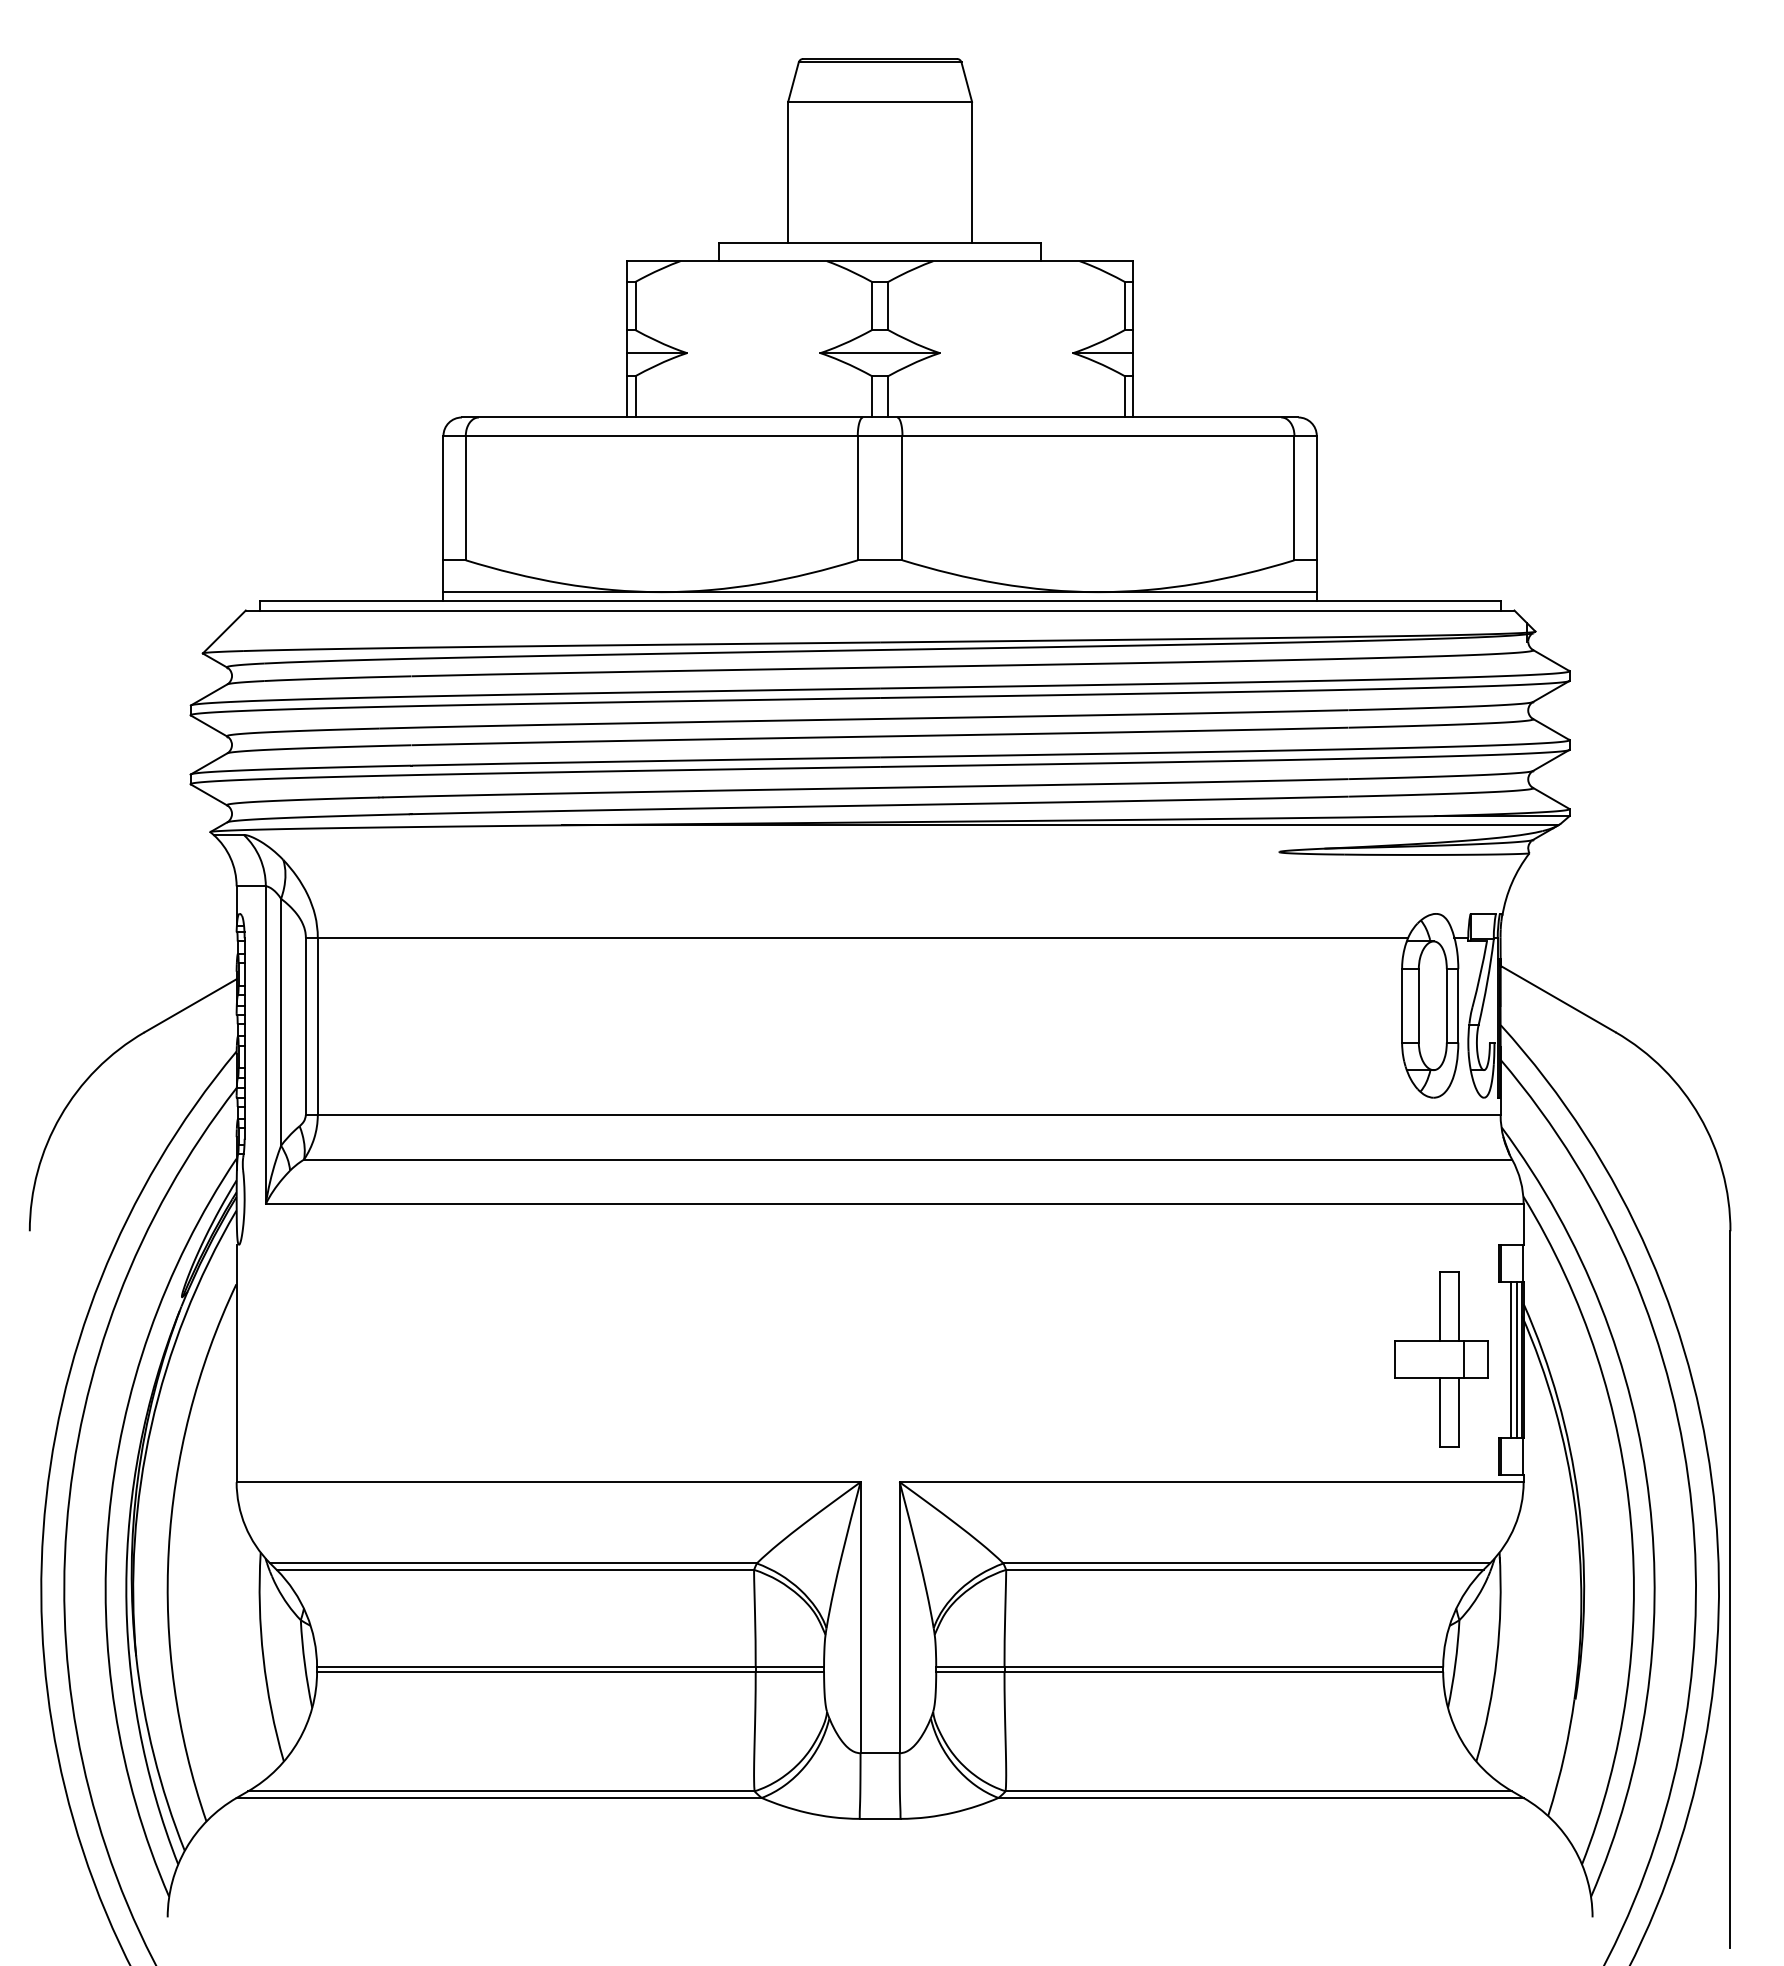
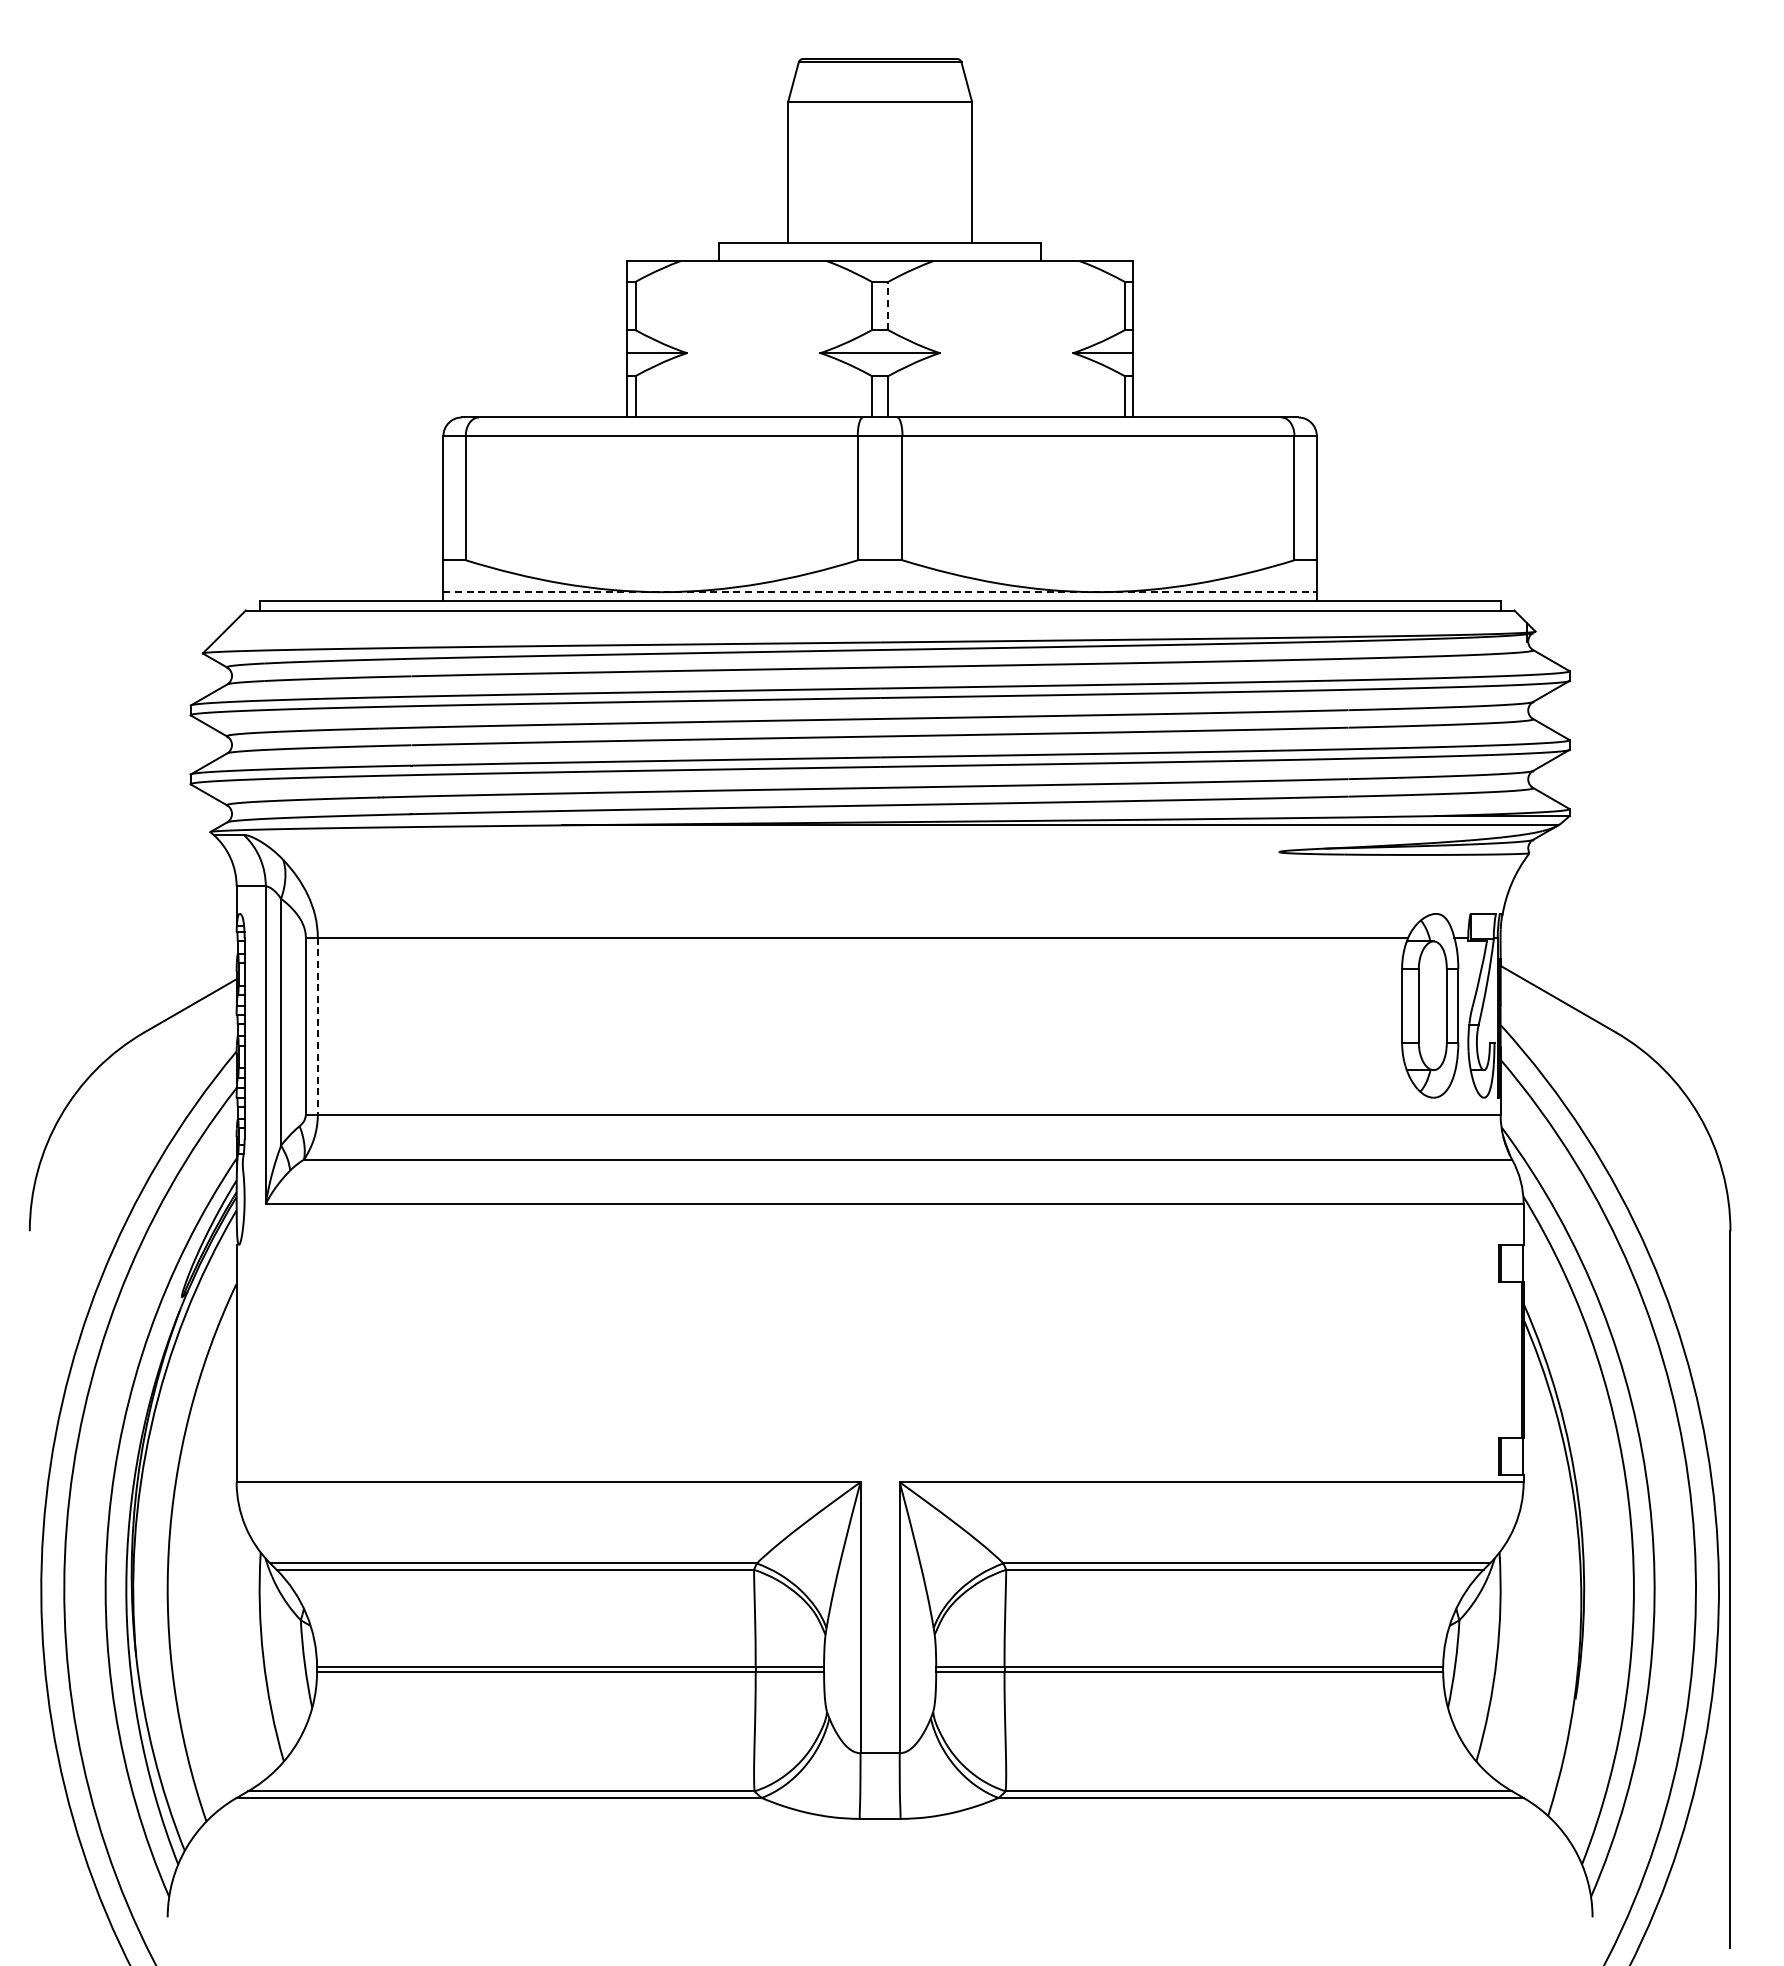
line at (888, 305): solid -> dashed
line at (880, 592): solid -> dashed
line at (317, 1026): solid -> dashed
part at (1441, 1359): present -> none
line at (1510, 1359): present -> none
line at (1517, 1359): present -> none
